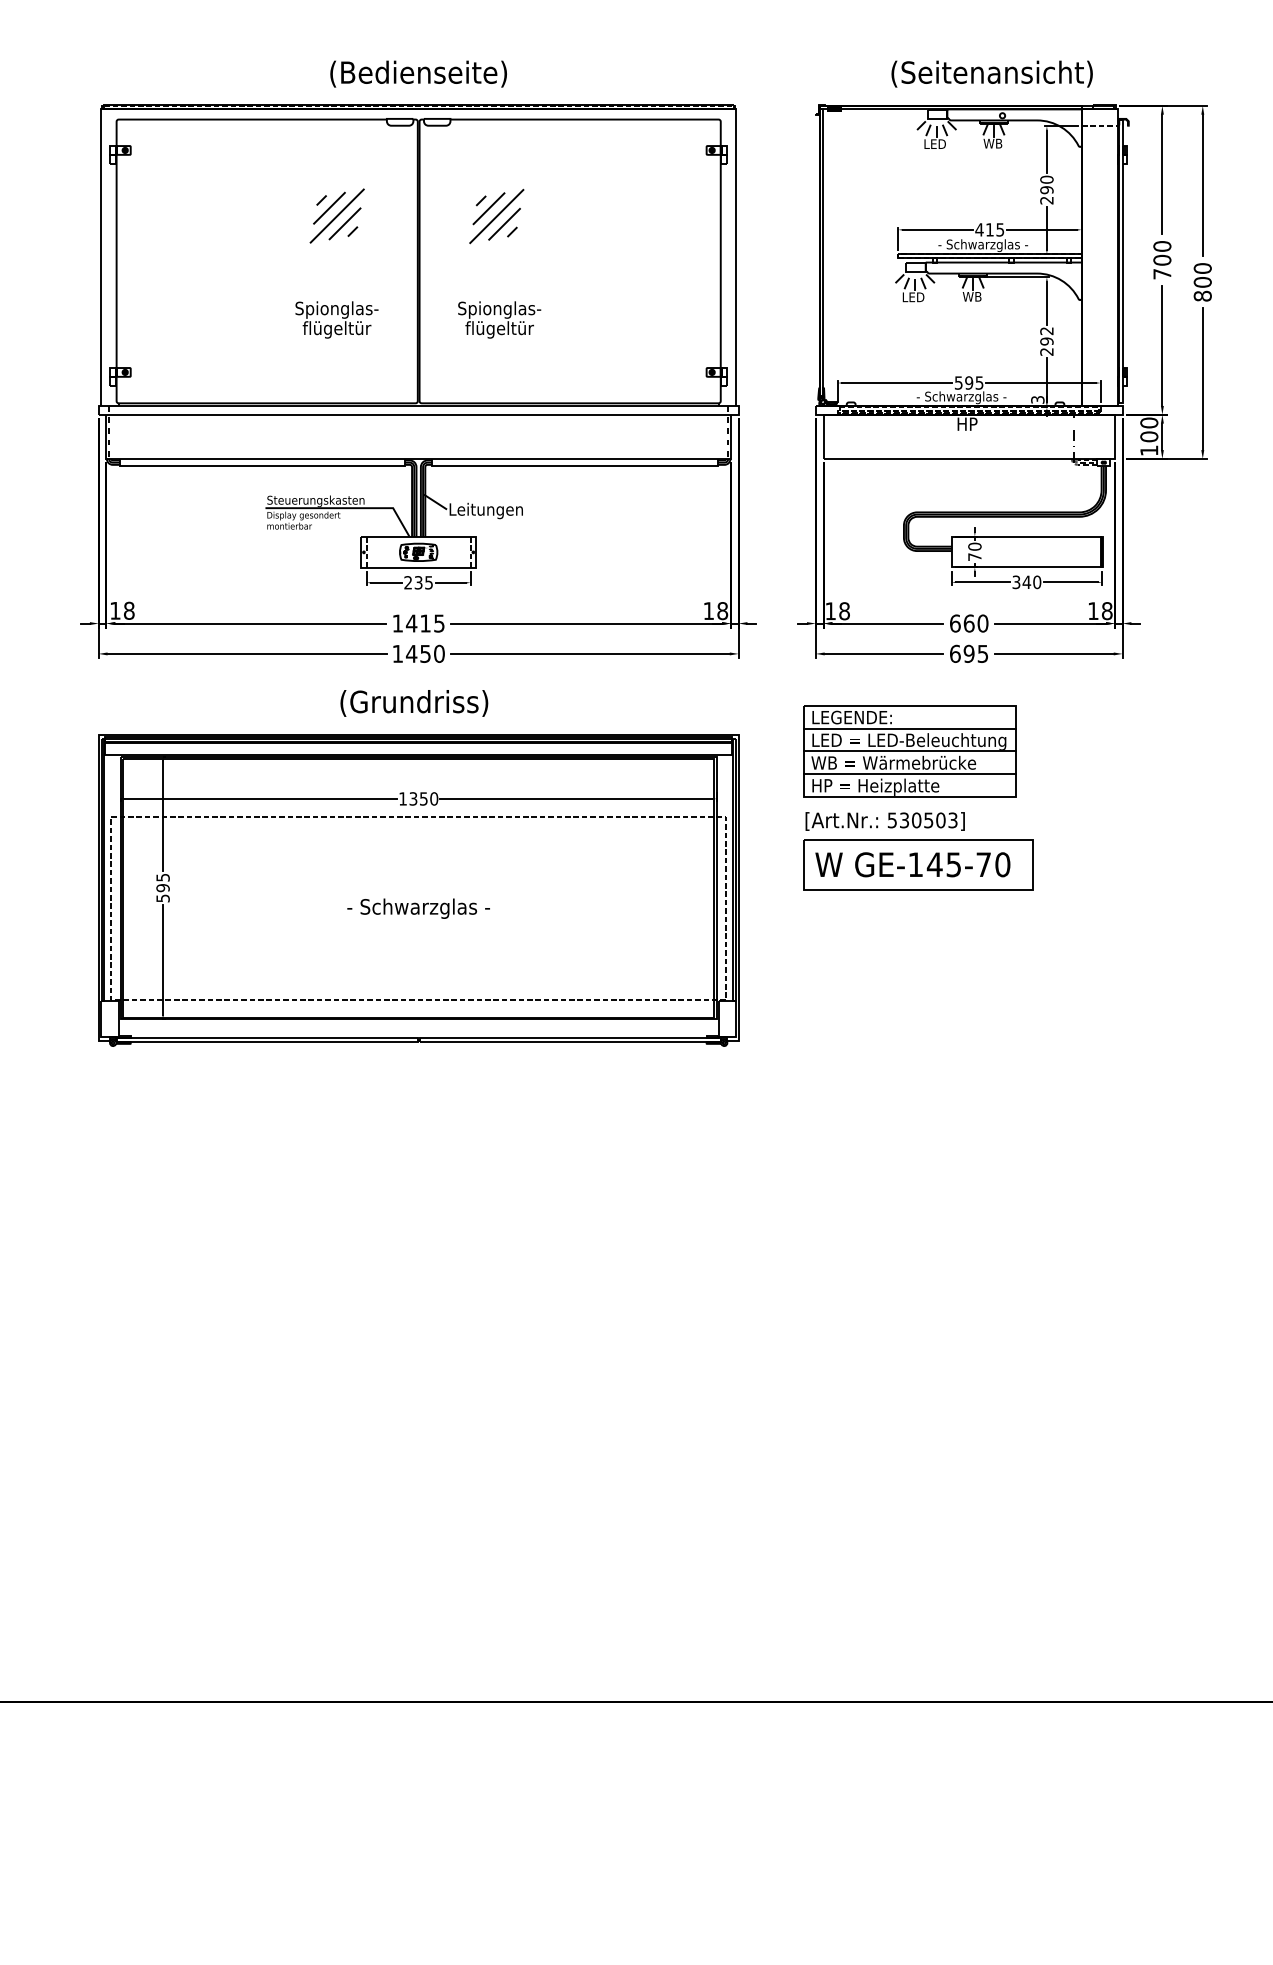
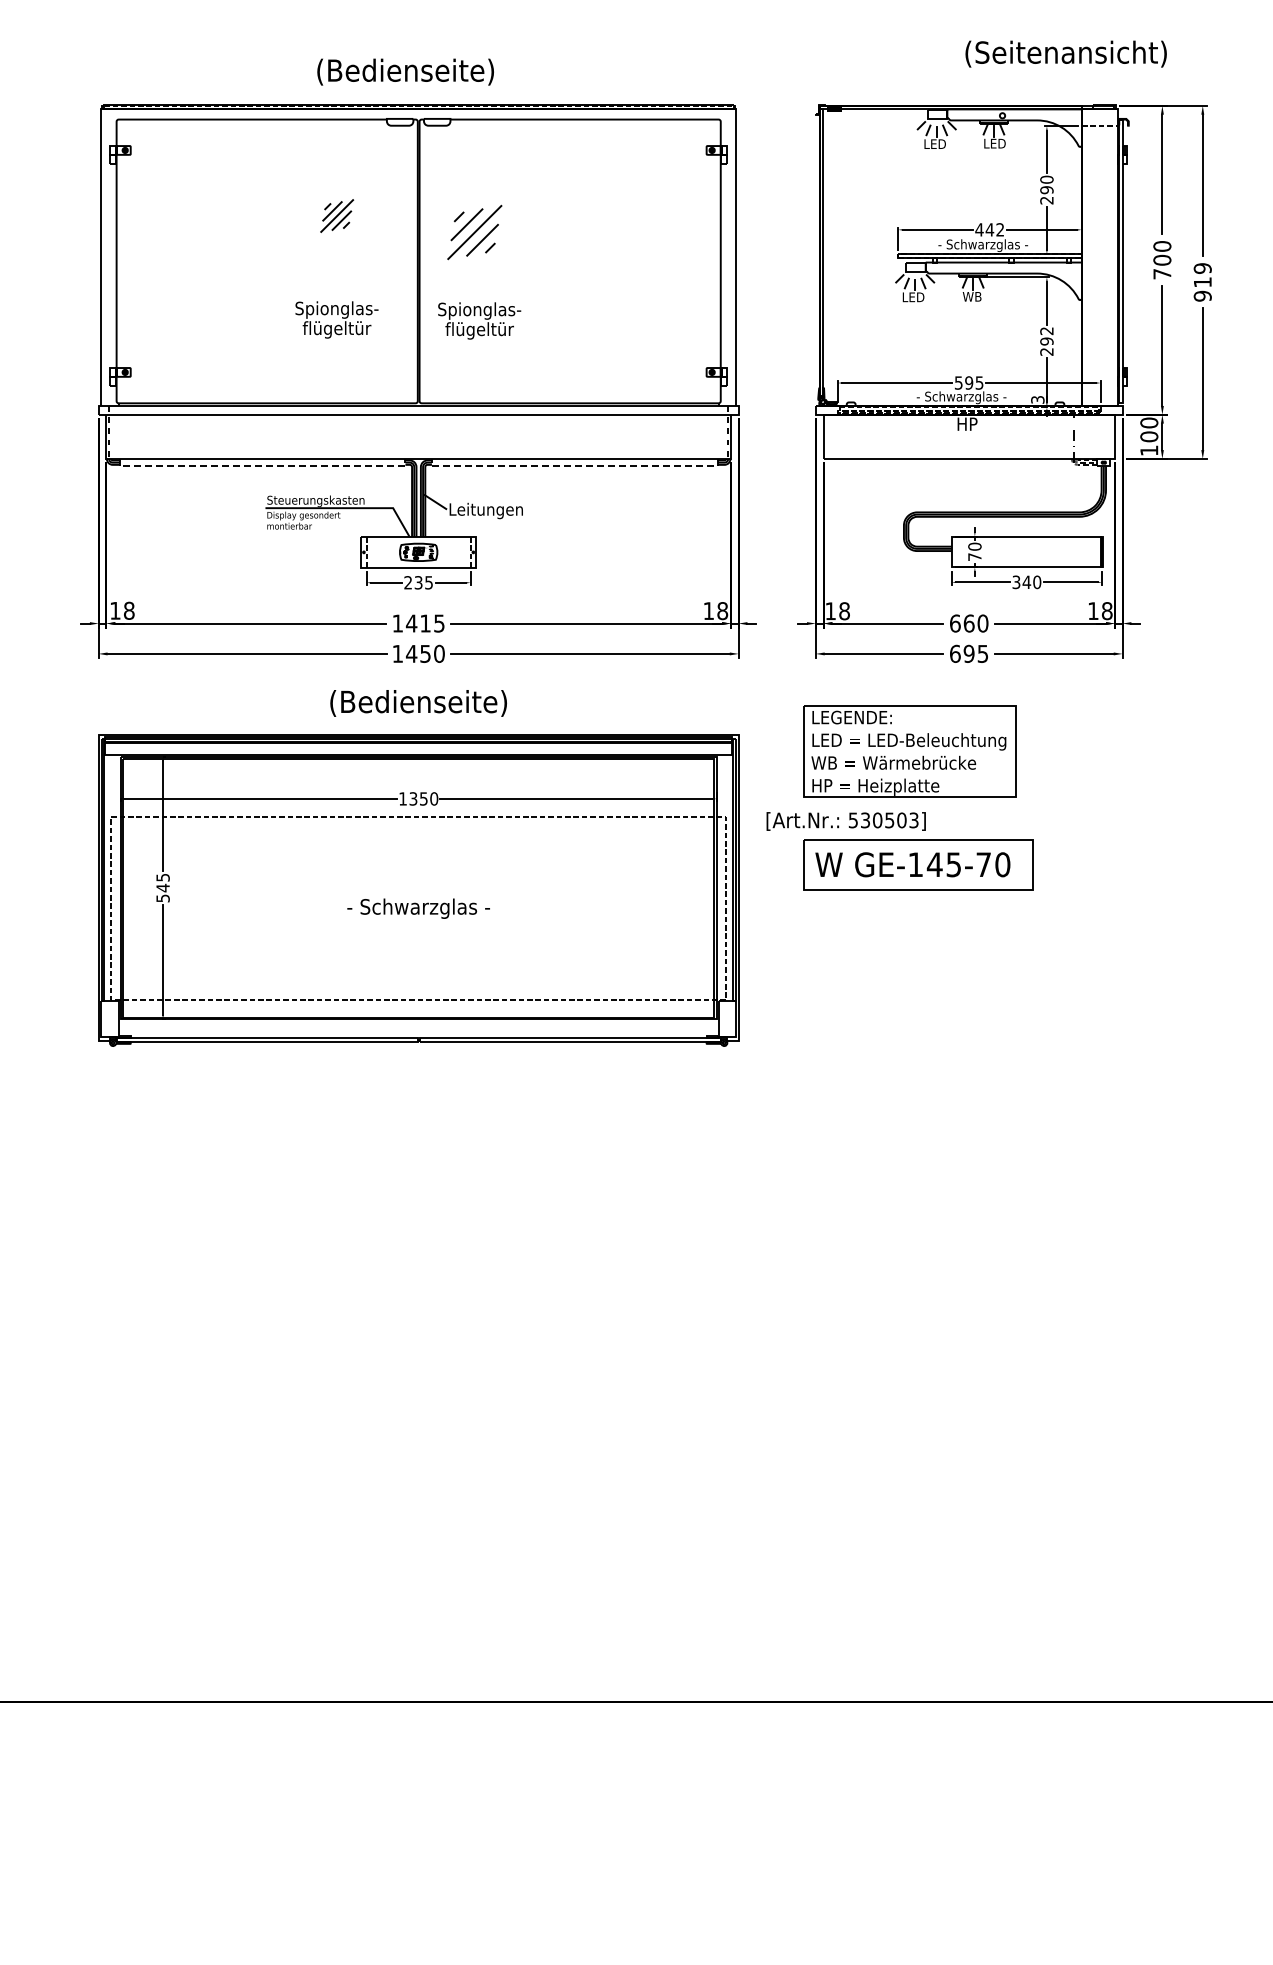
text at (418, 73) position: (418, 73) -> (405, 71)
text at (991, 73) position: (991, 73) -> (1065, 53)
text at (994, 143): WB -> LED
part at (336, 215) size: 56x56 px -> 35x34 px
part at (496, 216) position: (496, 216) -> (474, 232)
text at (994, 229): 415 -> 442
text at (1202, 282): 800 -> 919
text at (499, 319) position: (499, 319) -> (479, 320)
line at (262, 466): solid -> dashed
line at (574, 466): solid -> dashed
text at (418, 703): (Grundriss) -> (Bedienseite)
line at (909, 728): present -> none
line at (909, 751): present -> none
line at (909, 774): present -> none
text at (884, 821) position: (884, 821) -> (845, 821)
text at (162, 887): 595 -> 545
